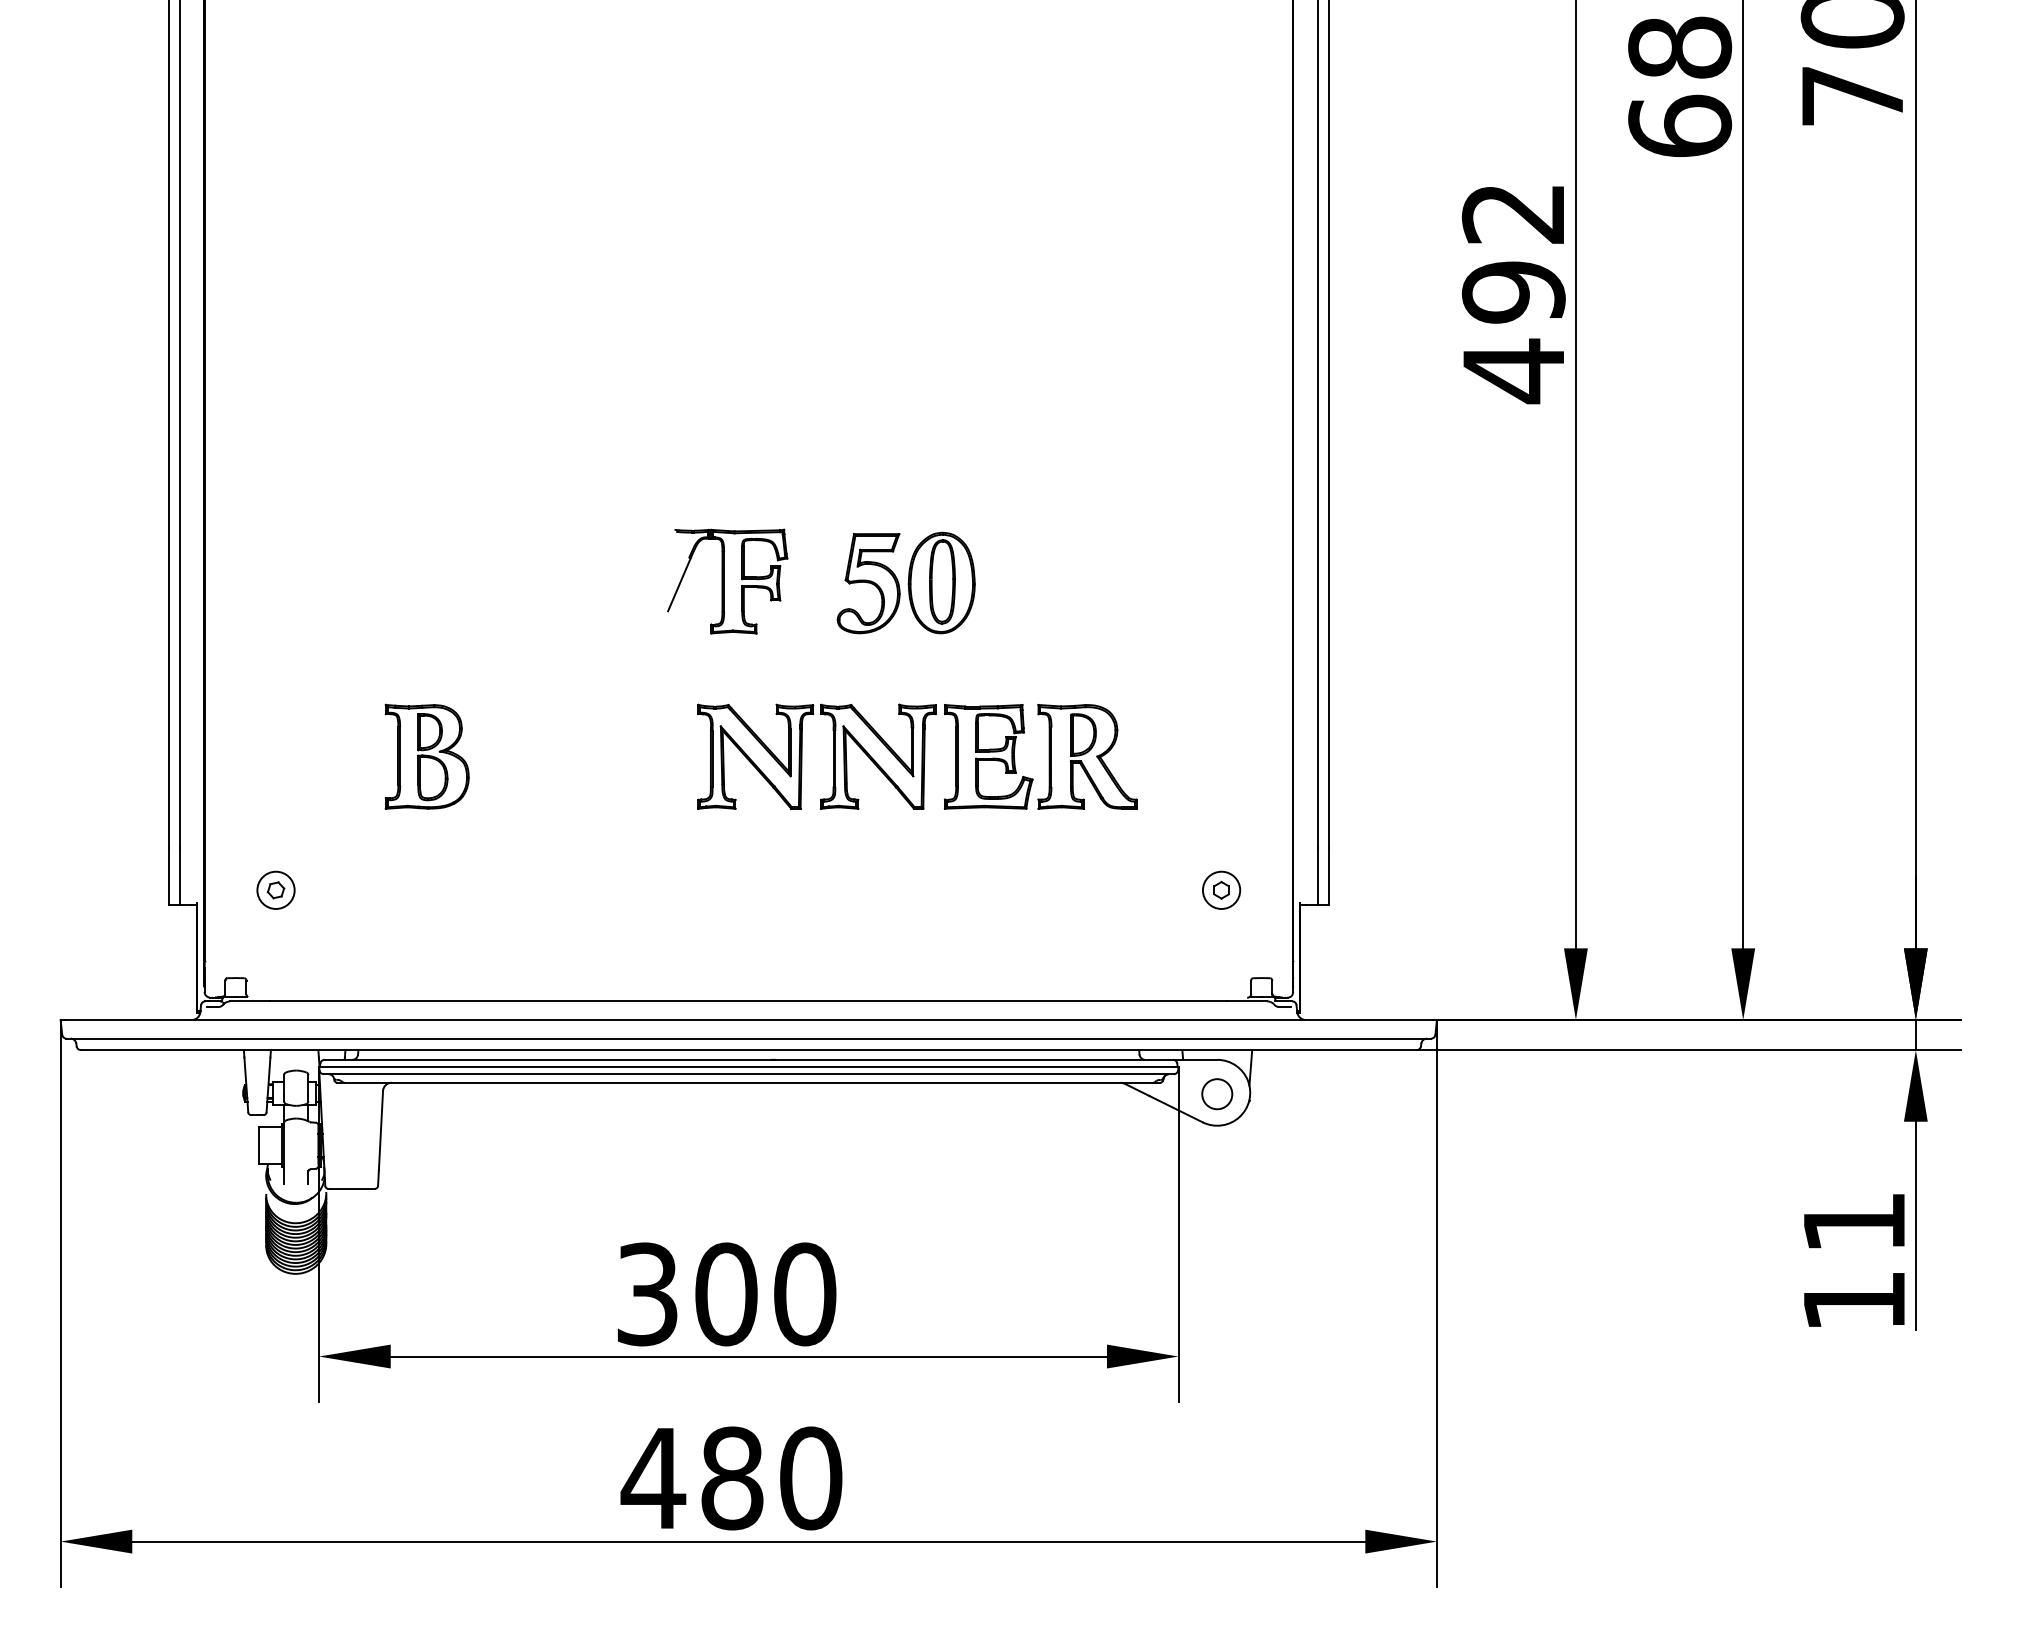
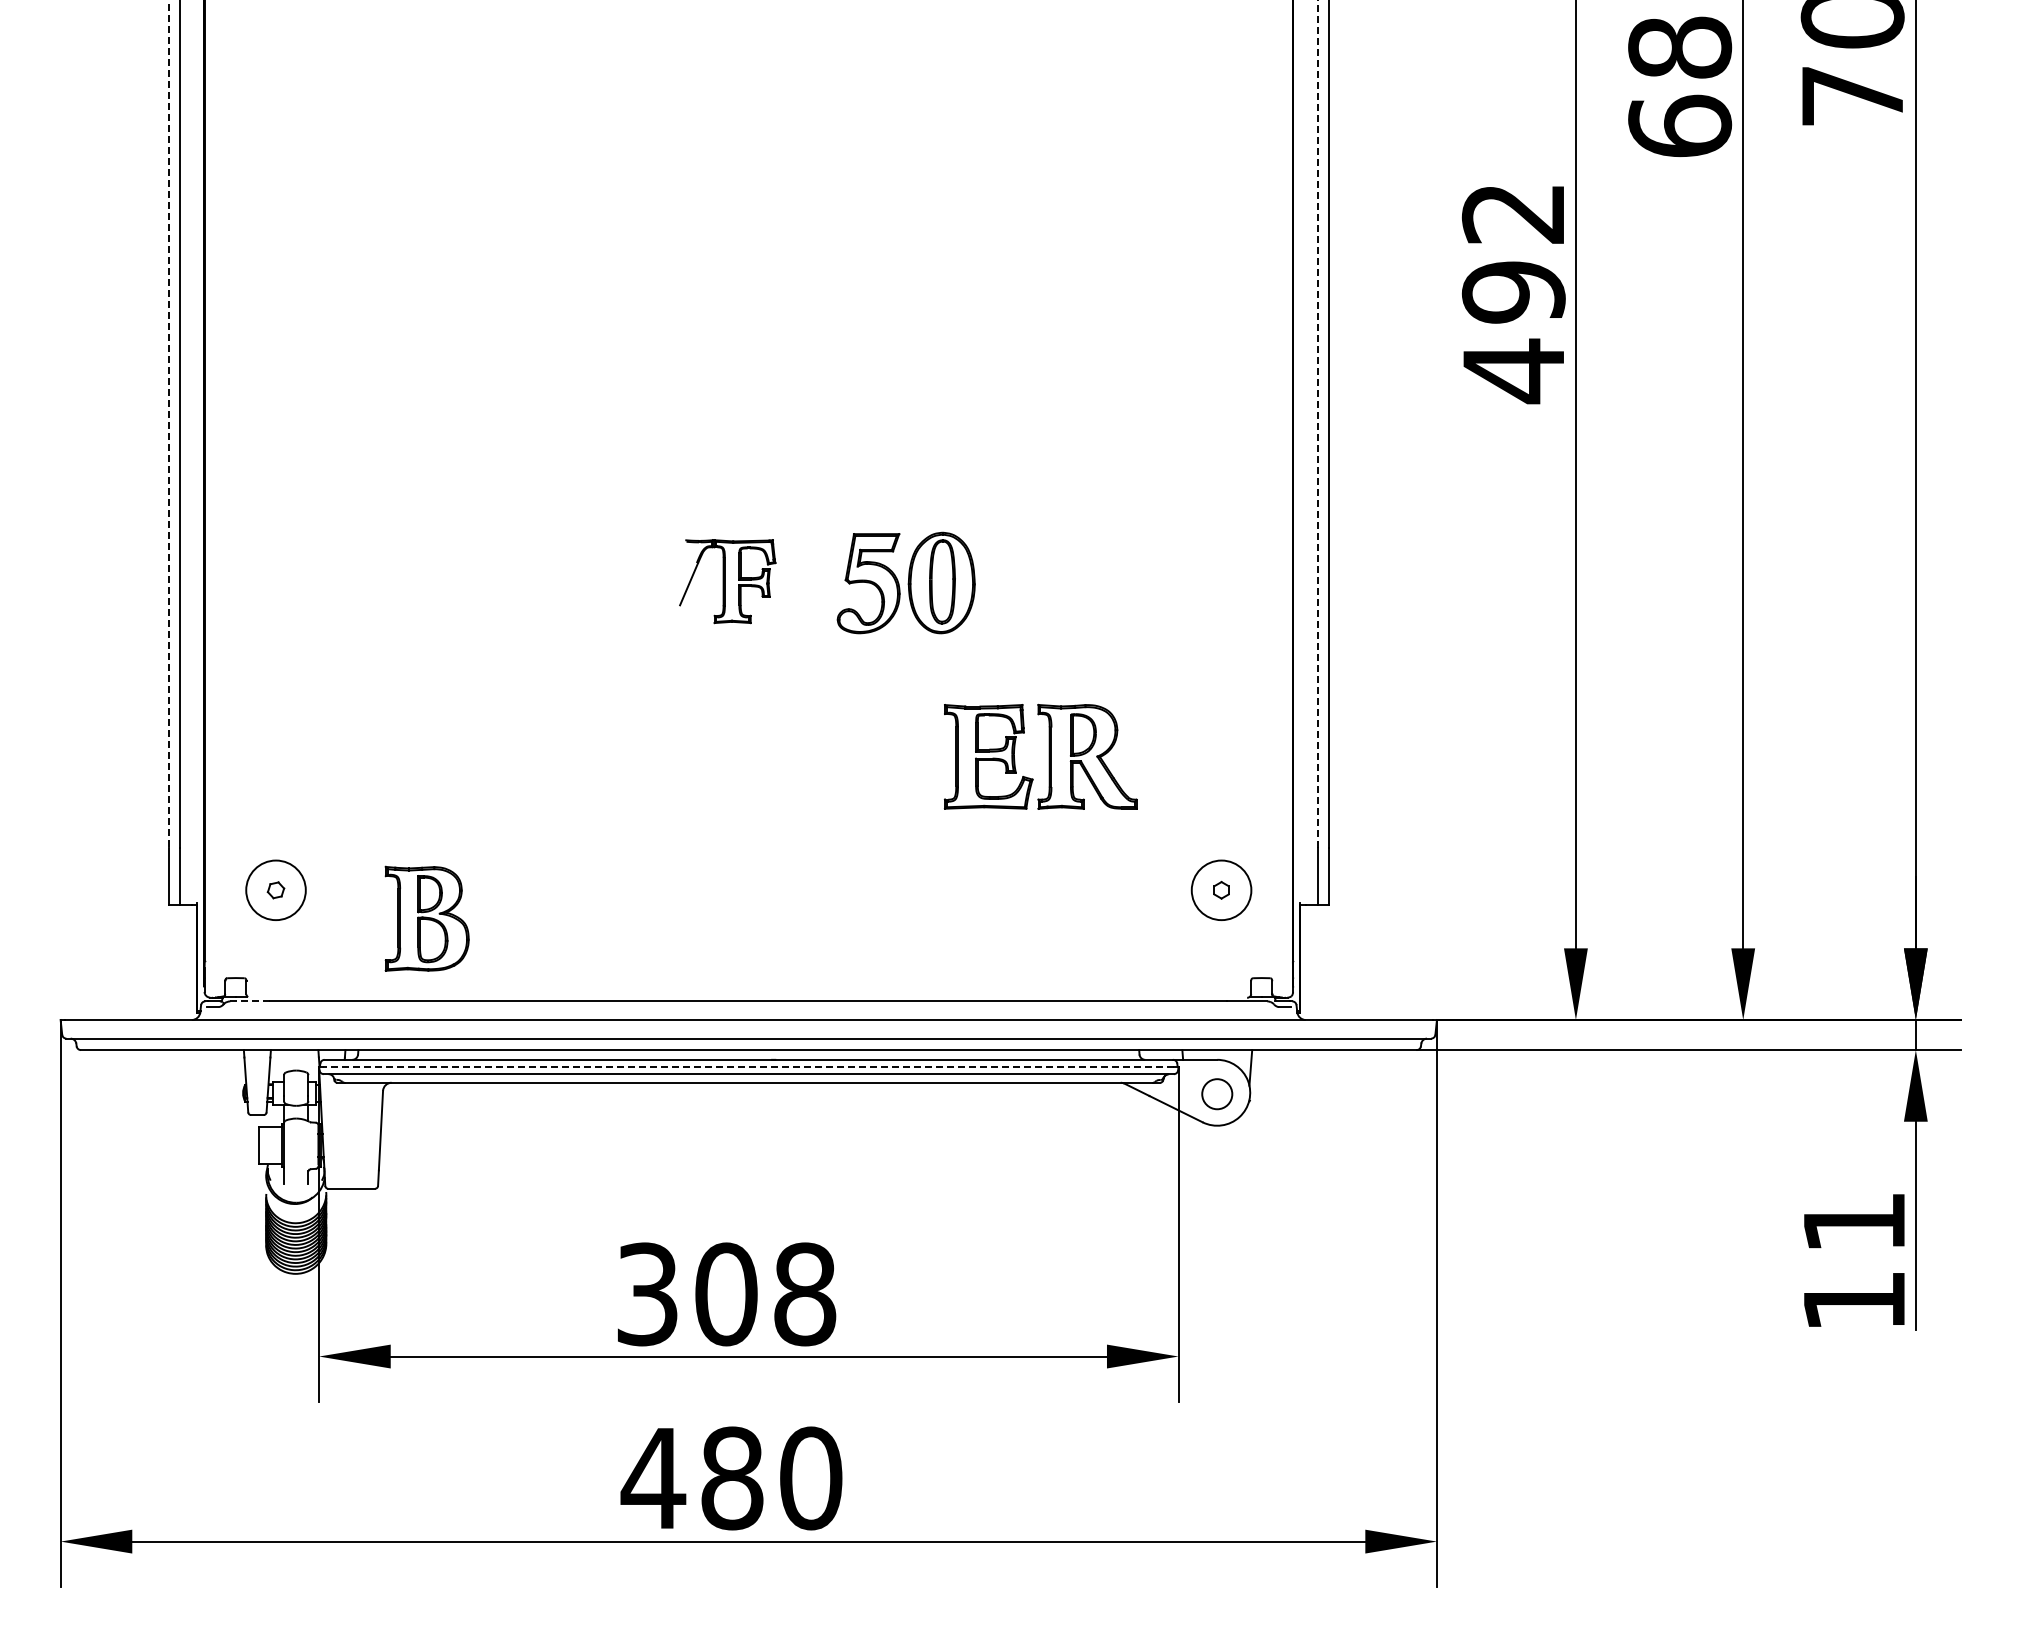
line at (168, 424): solid -> dashed
line at (1317, 424): solid -> dashed
part at (727, 581) size: 122x107 px -> 98x86 px
part at (426, 756) position: (426, 756) -> (426, 918)
part at (802, 756): present -> none
circle at (275, 889) diameter: 37 px -> 60 px
circle at (1221, 889) diameter: 37 px -> 60 px
line at (250, 1001): solid -> dashed
line at (748, 1067): solid -> dashed
text at (805, 1294): 300 -> 308
